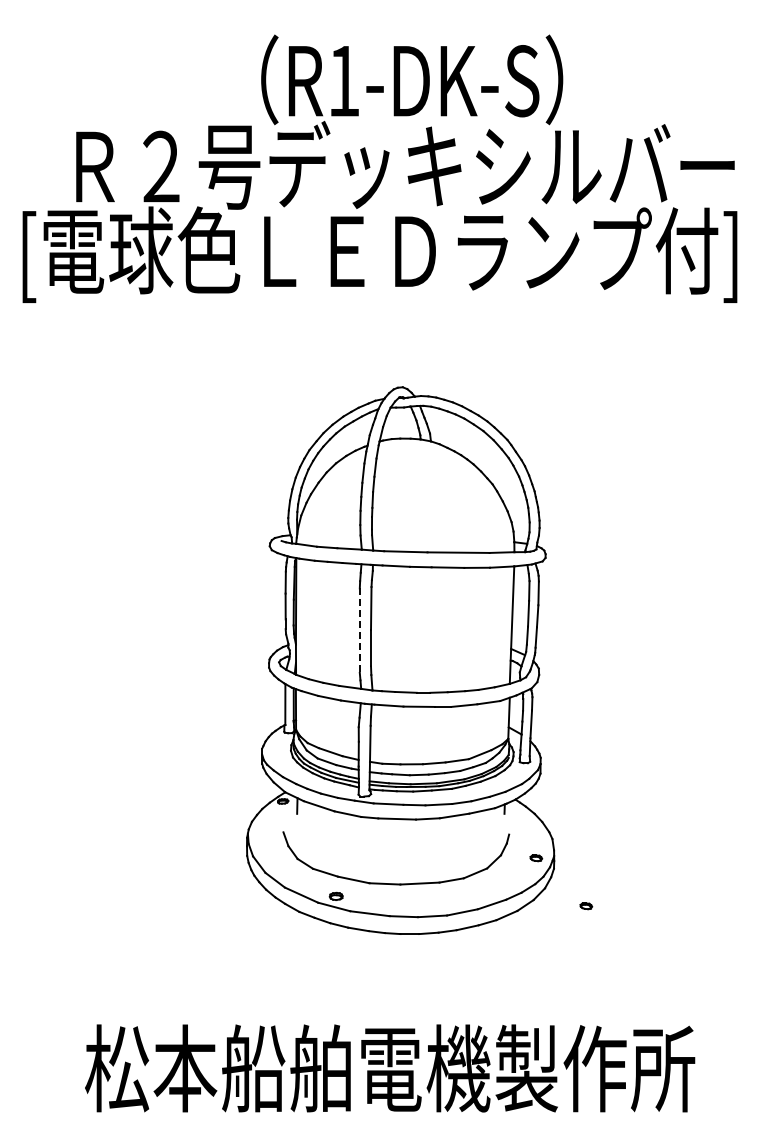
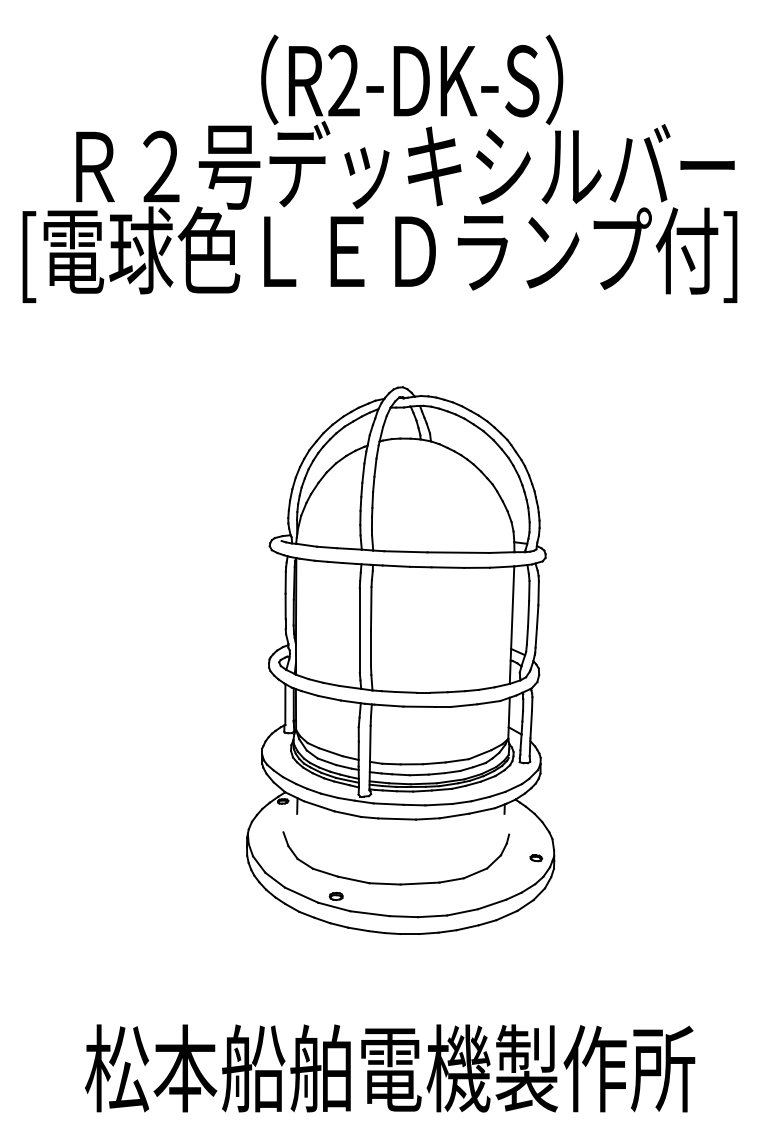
text at (343, 80): R1-DK-S -> R2-DK-S
line at (359, 631): dashed -> solid
part at (586, 906): present -> none
